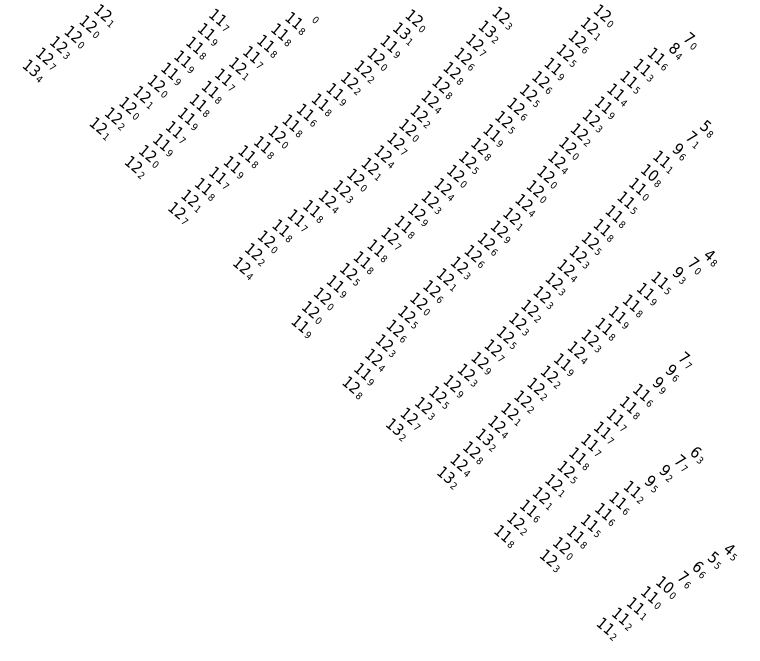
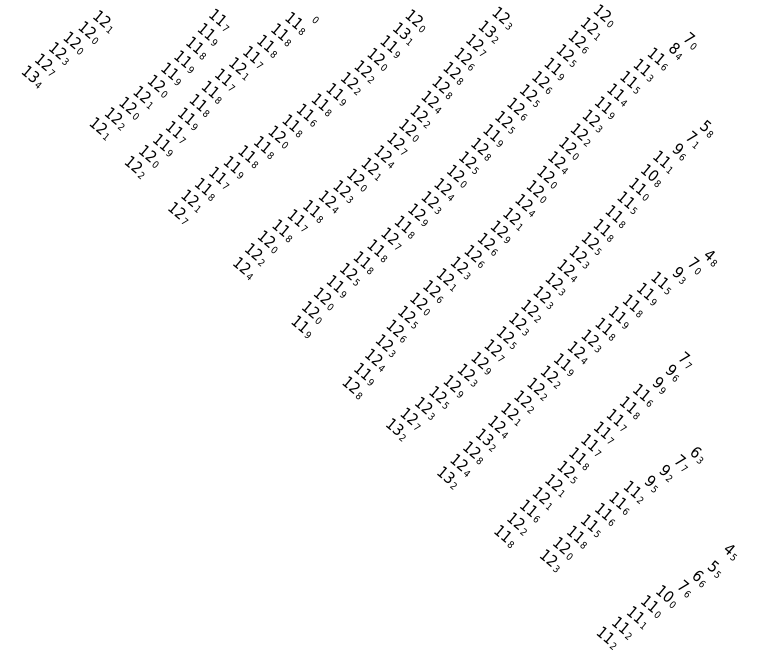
text at (67, 43) position: (67, 43) -> (66, 49)
text at (658, 595) position: (658, 595) -> (658, 604)
